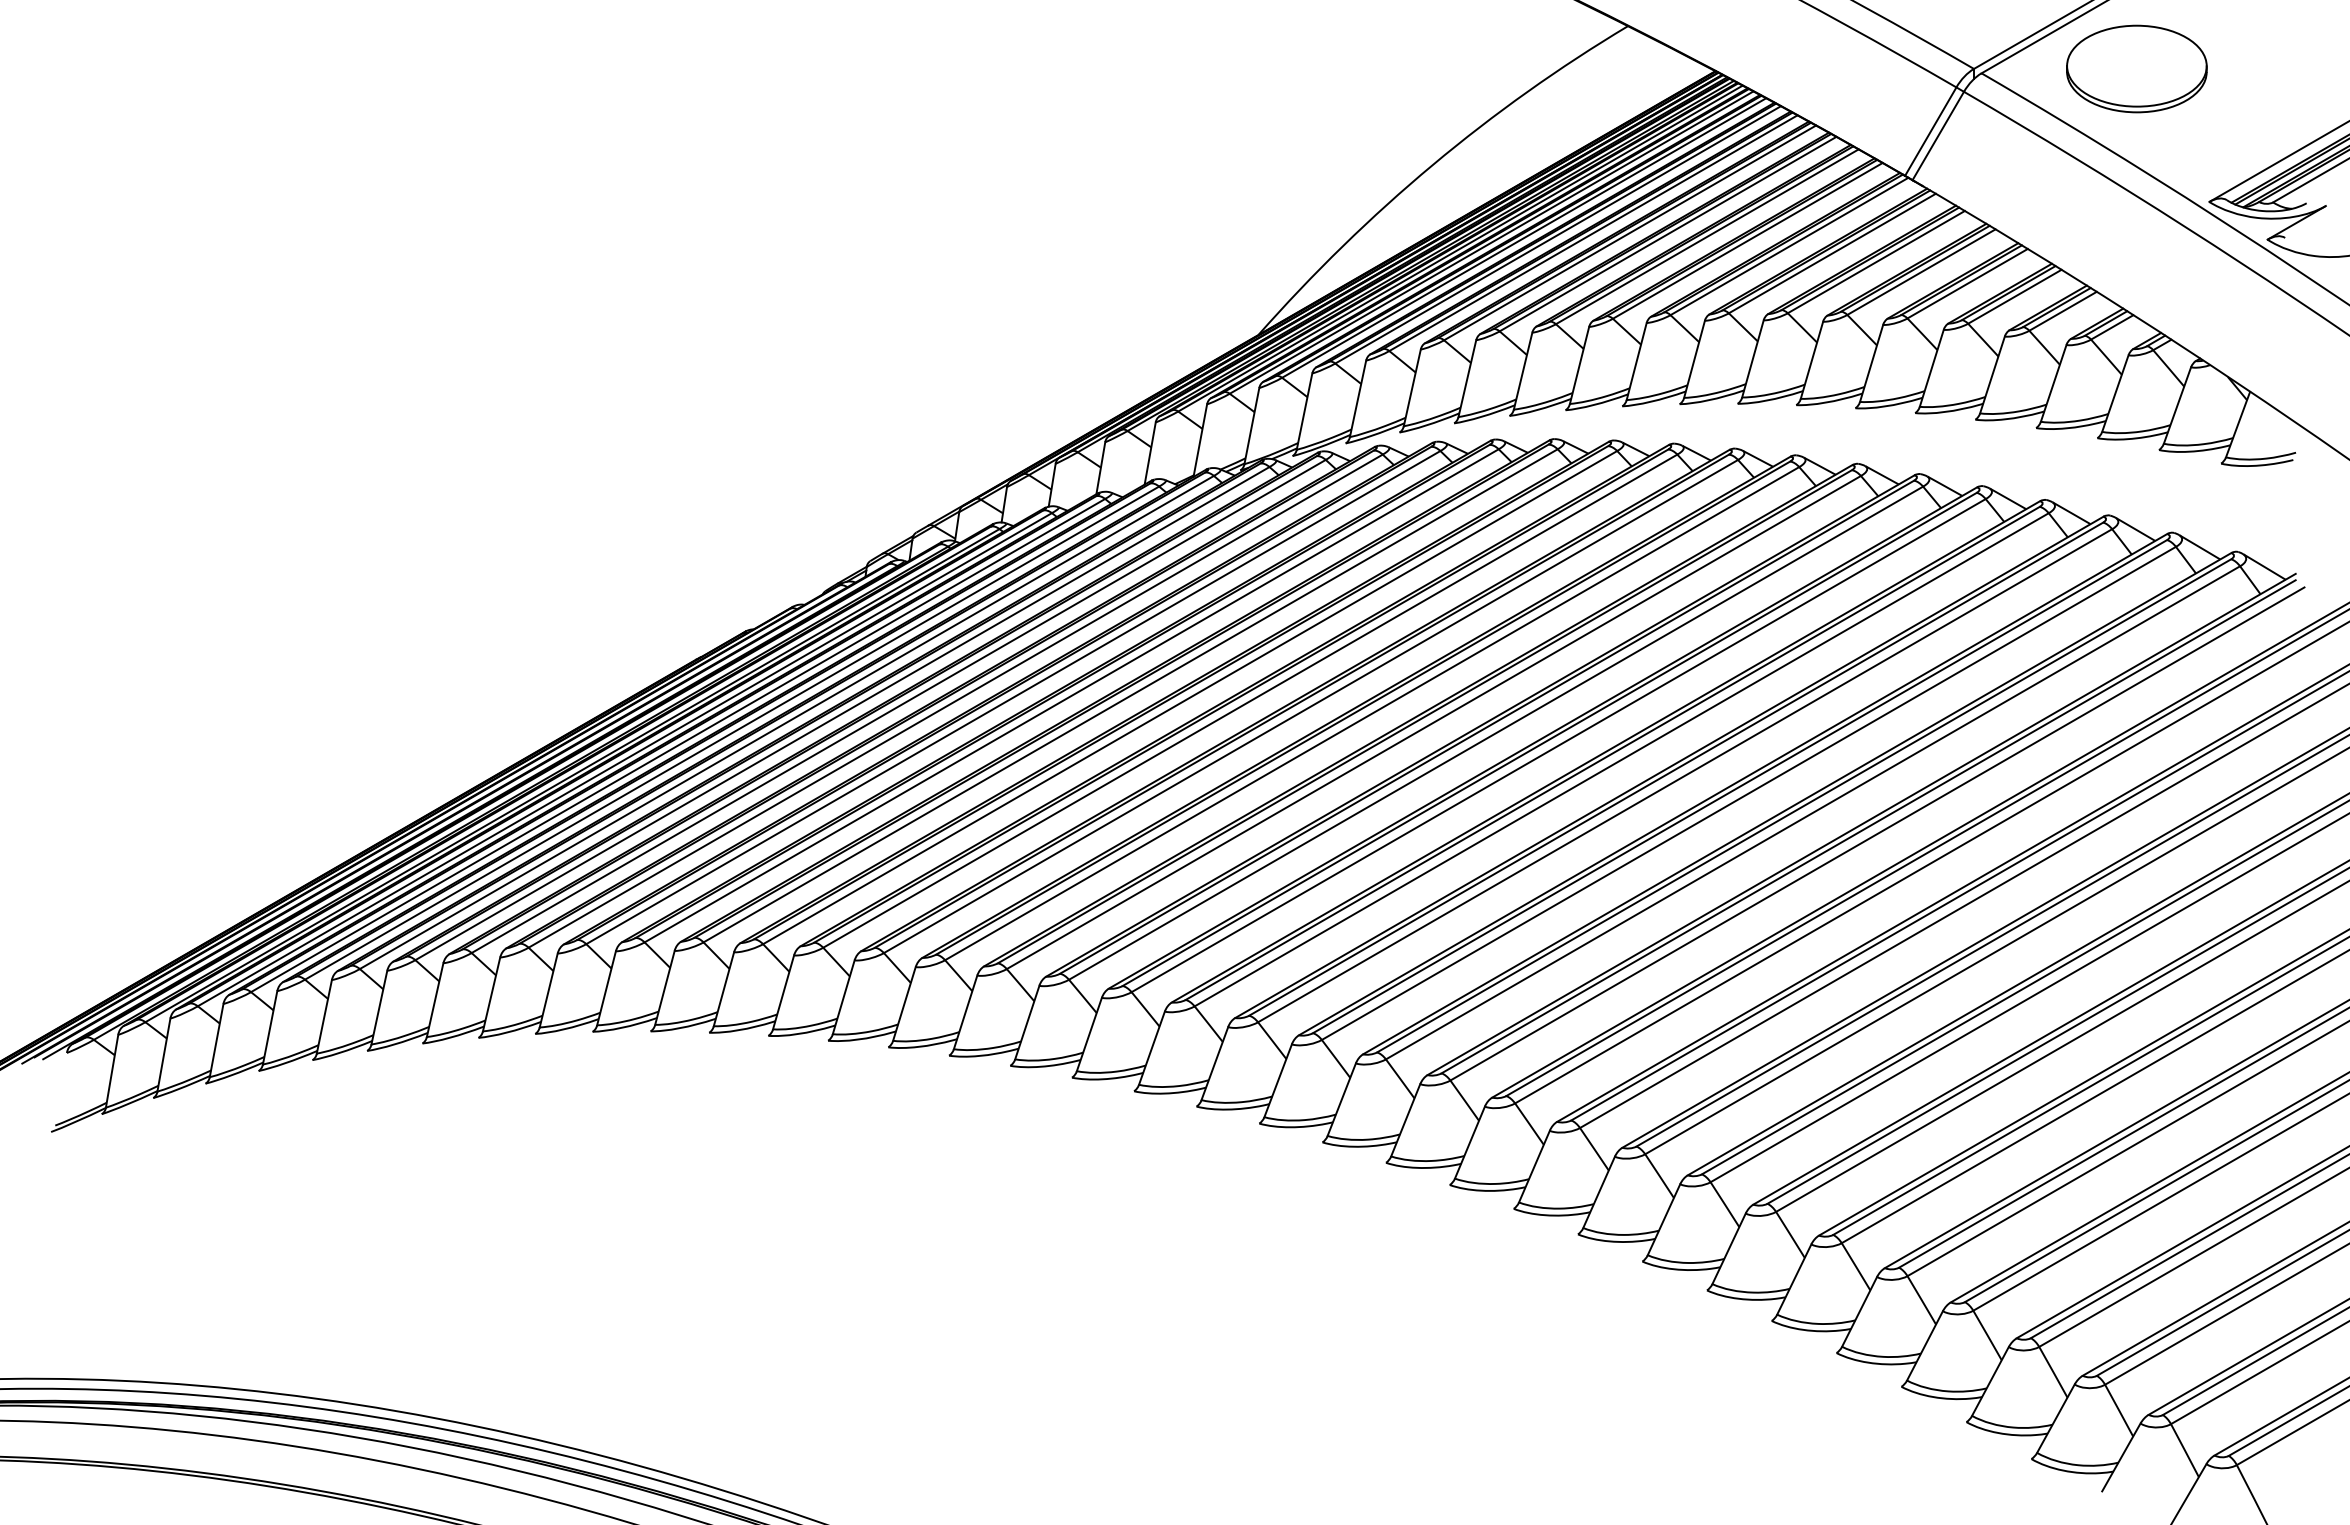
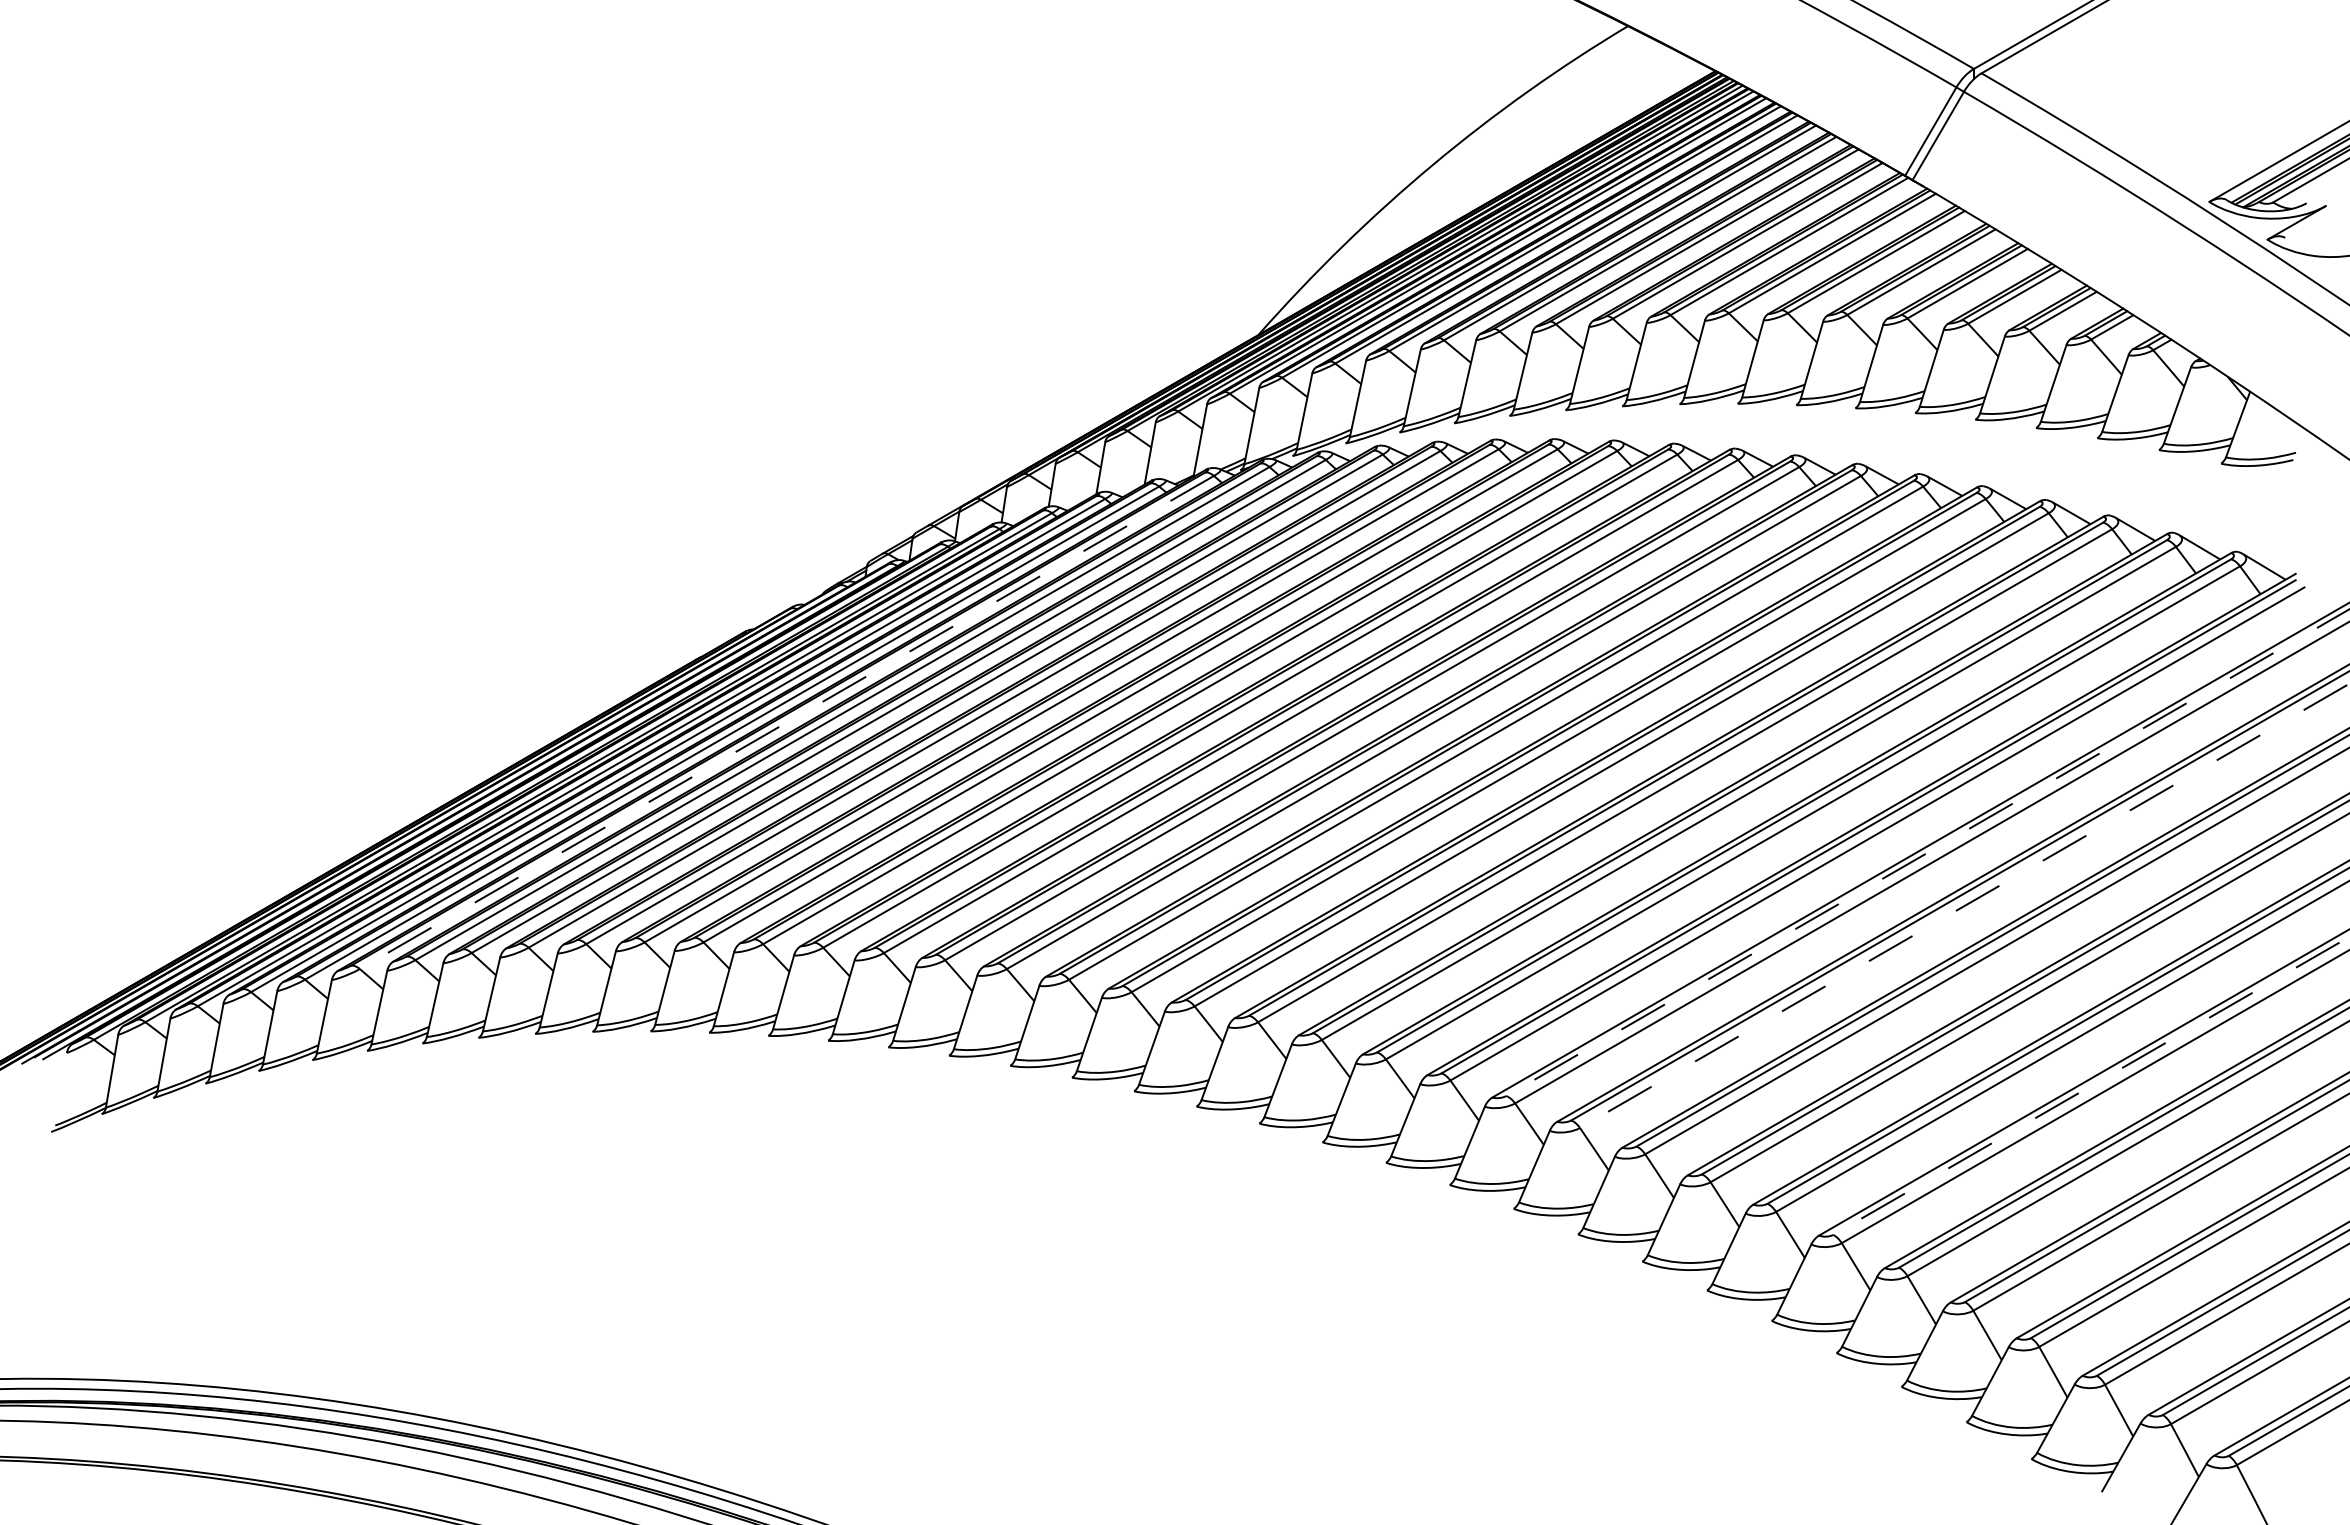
part at (2136, 68): present -> none
line at (786, 722): solid -> dashed
line at (1927, 852): solid -> dashed
line at (1964, 906): solid -> dashed
line at (2091, 1086): solid -> dashed
